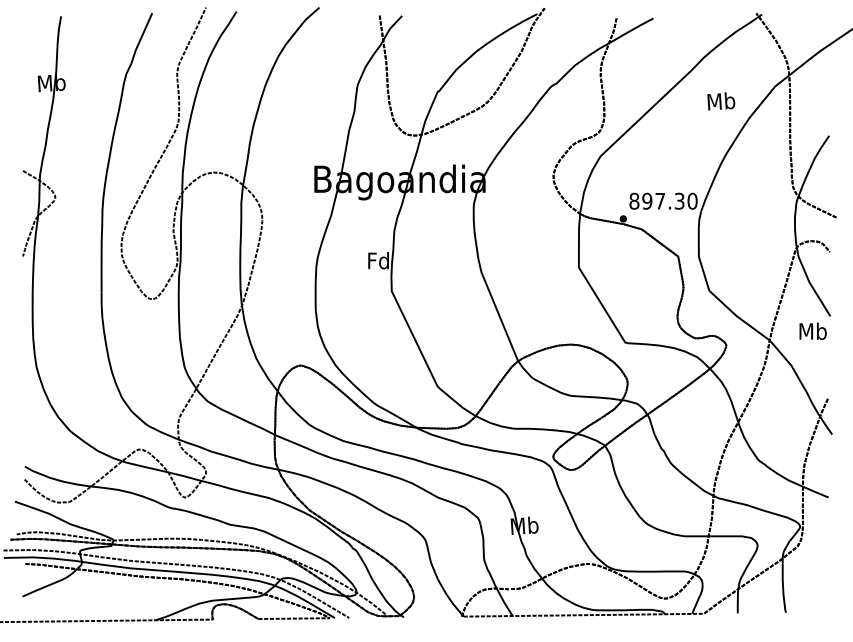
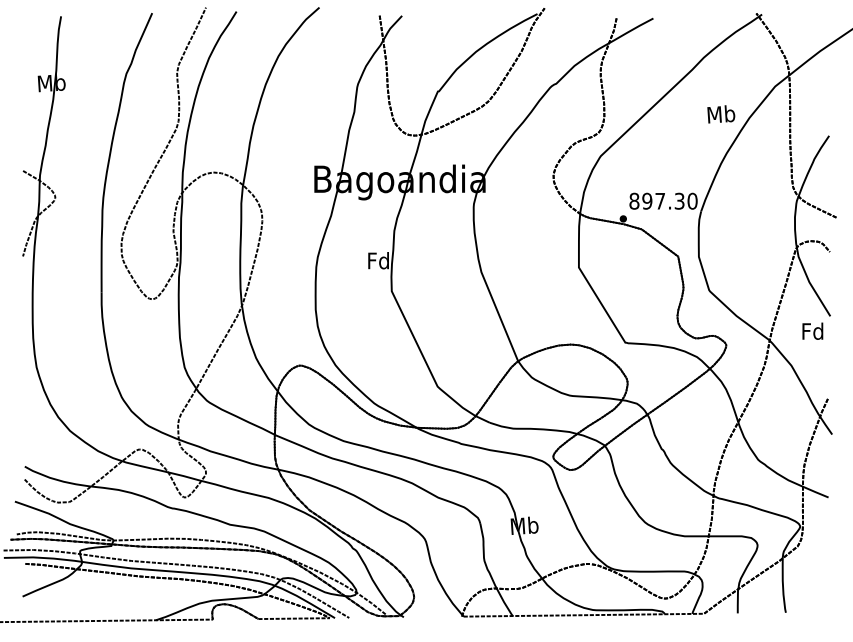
text at (721, 101) position: (721, 101) -> (721, 114)
text at (812, 330): Mb -> Fd
